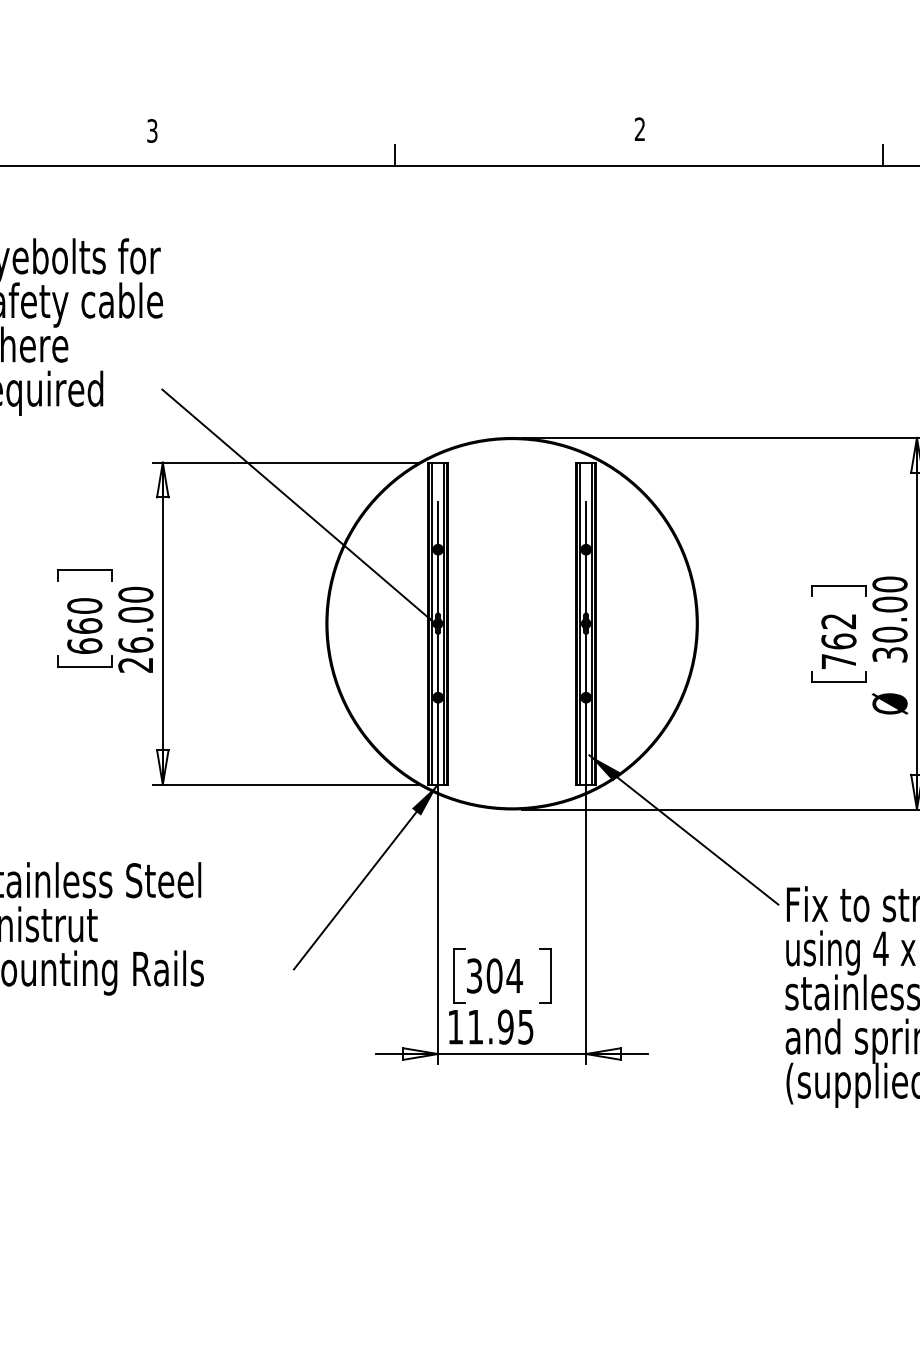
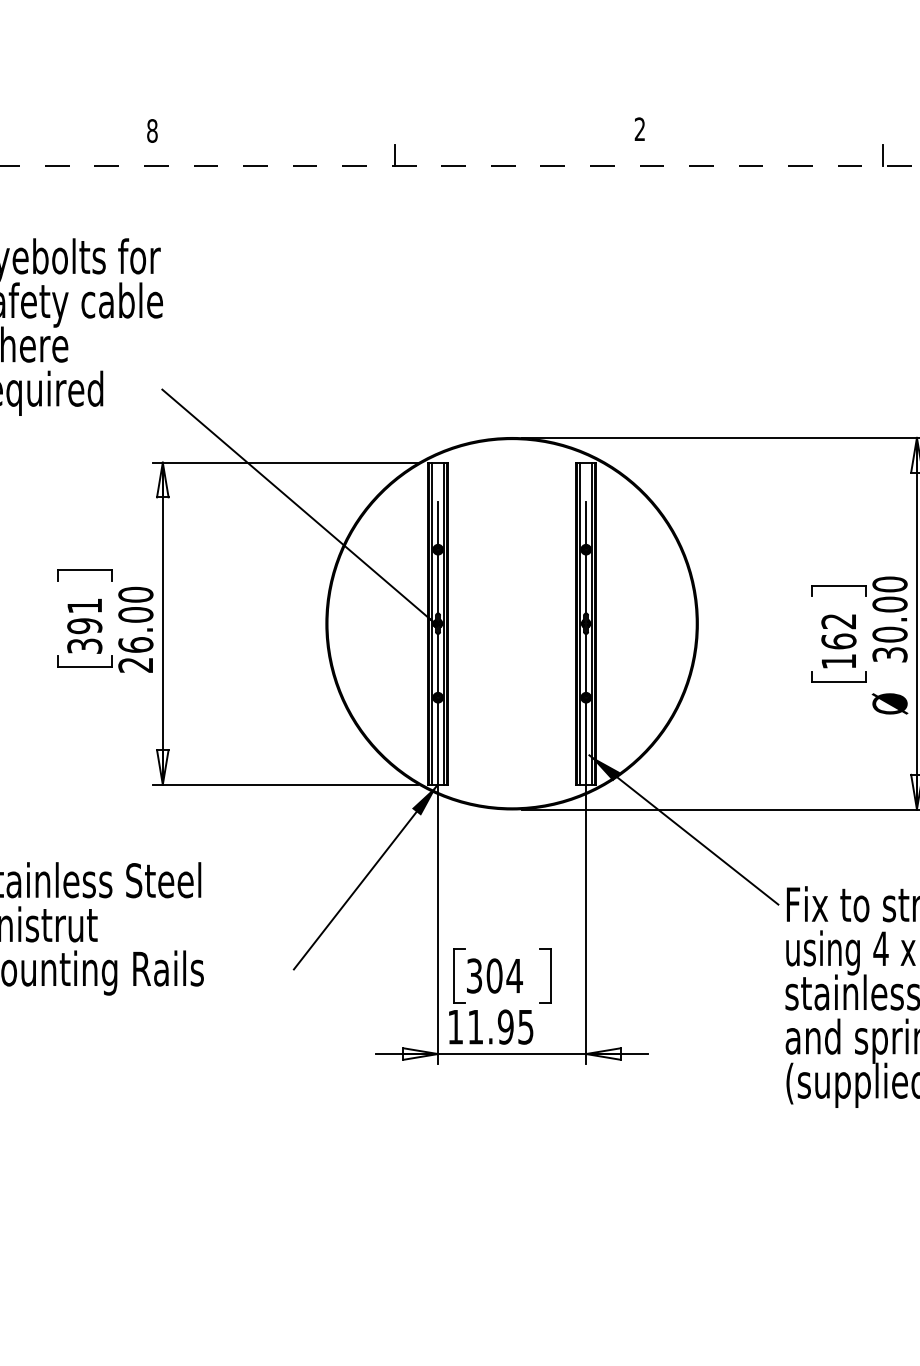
text at (152, 130): 3 -> 8
line at (460, 165): solid -> dashed
text at (84, 625): 660 -> 391
text at (838, 661): 762 -> 162
